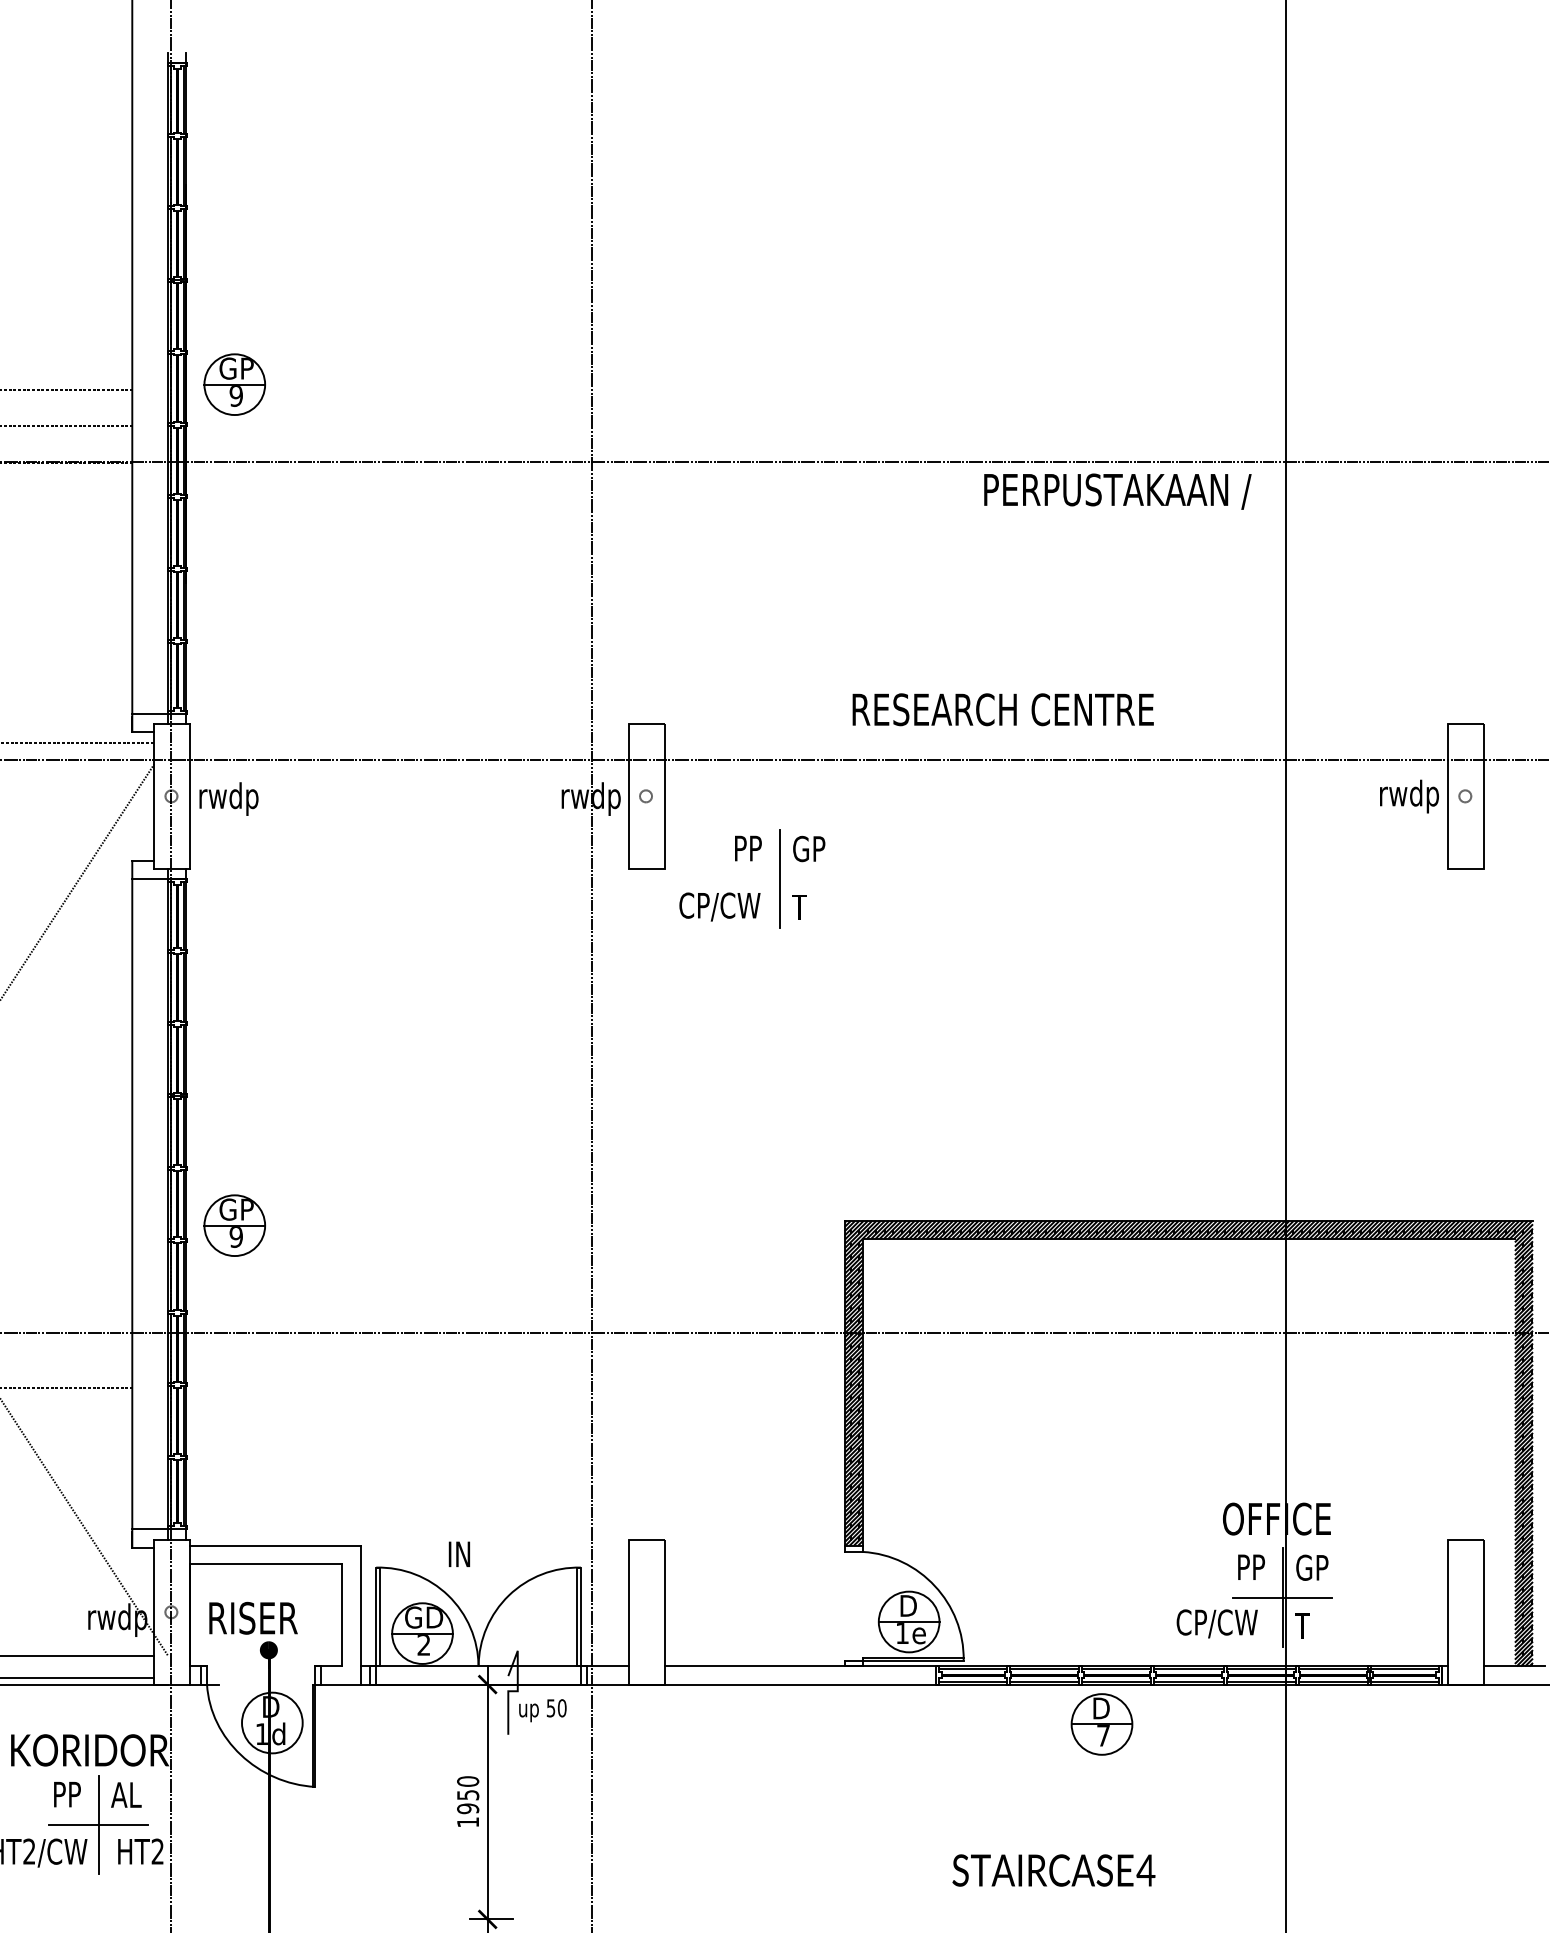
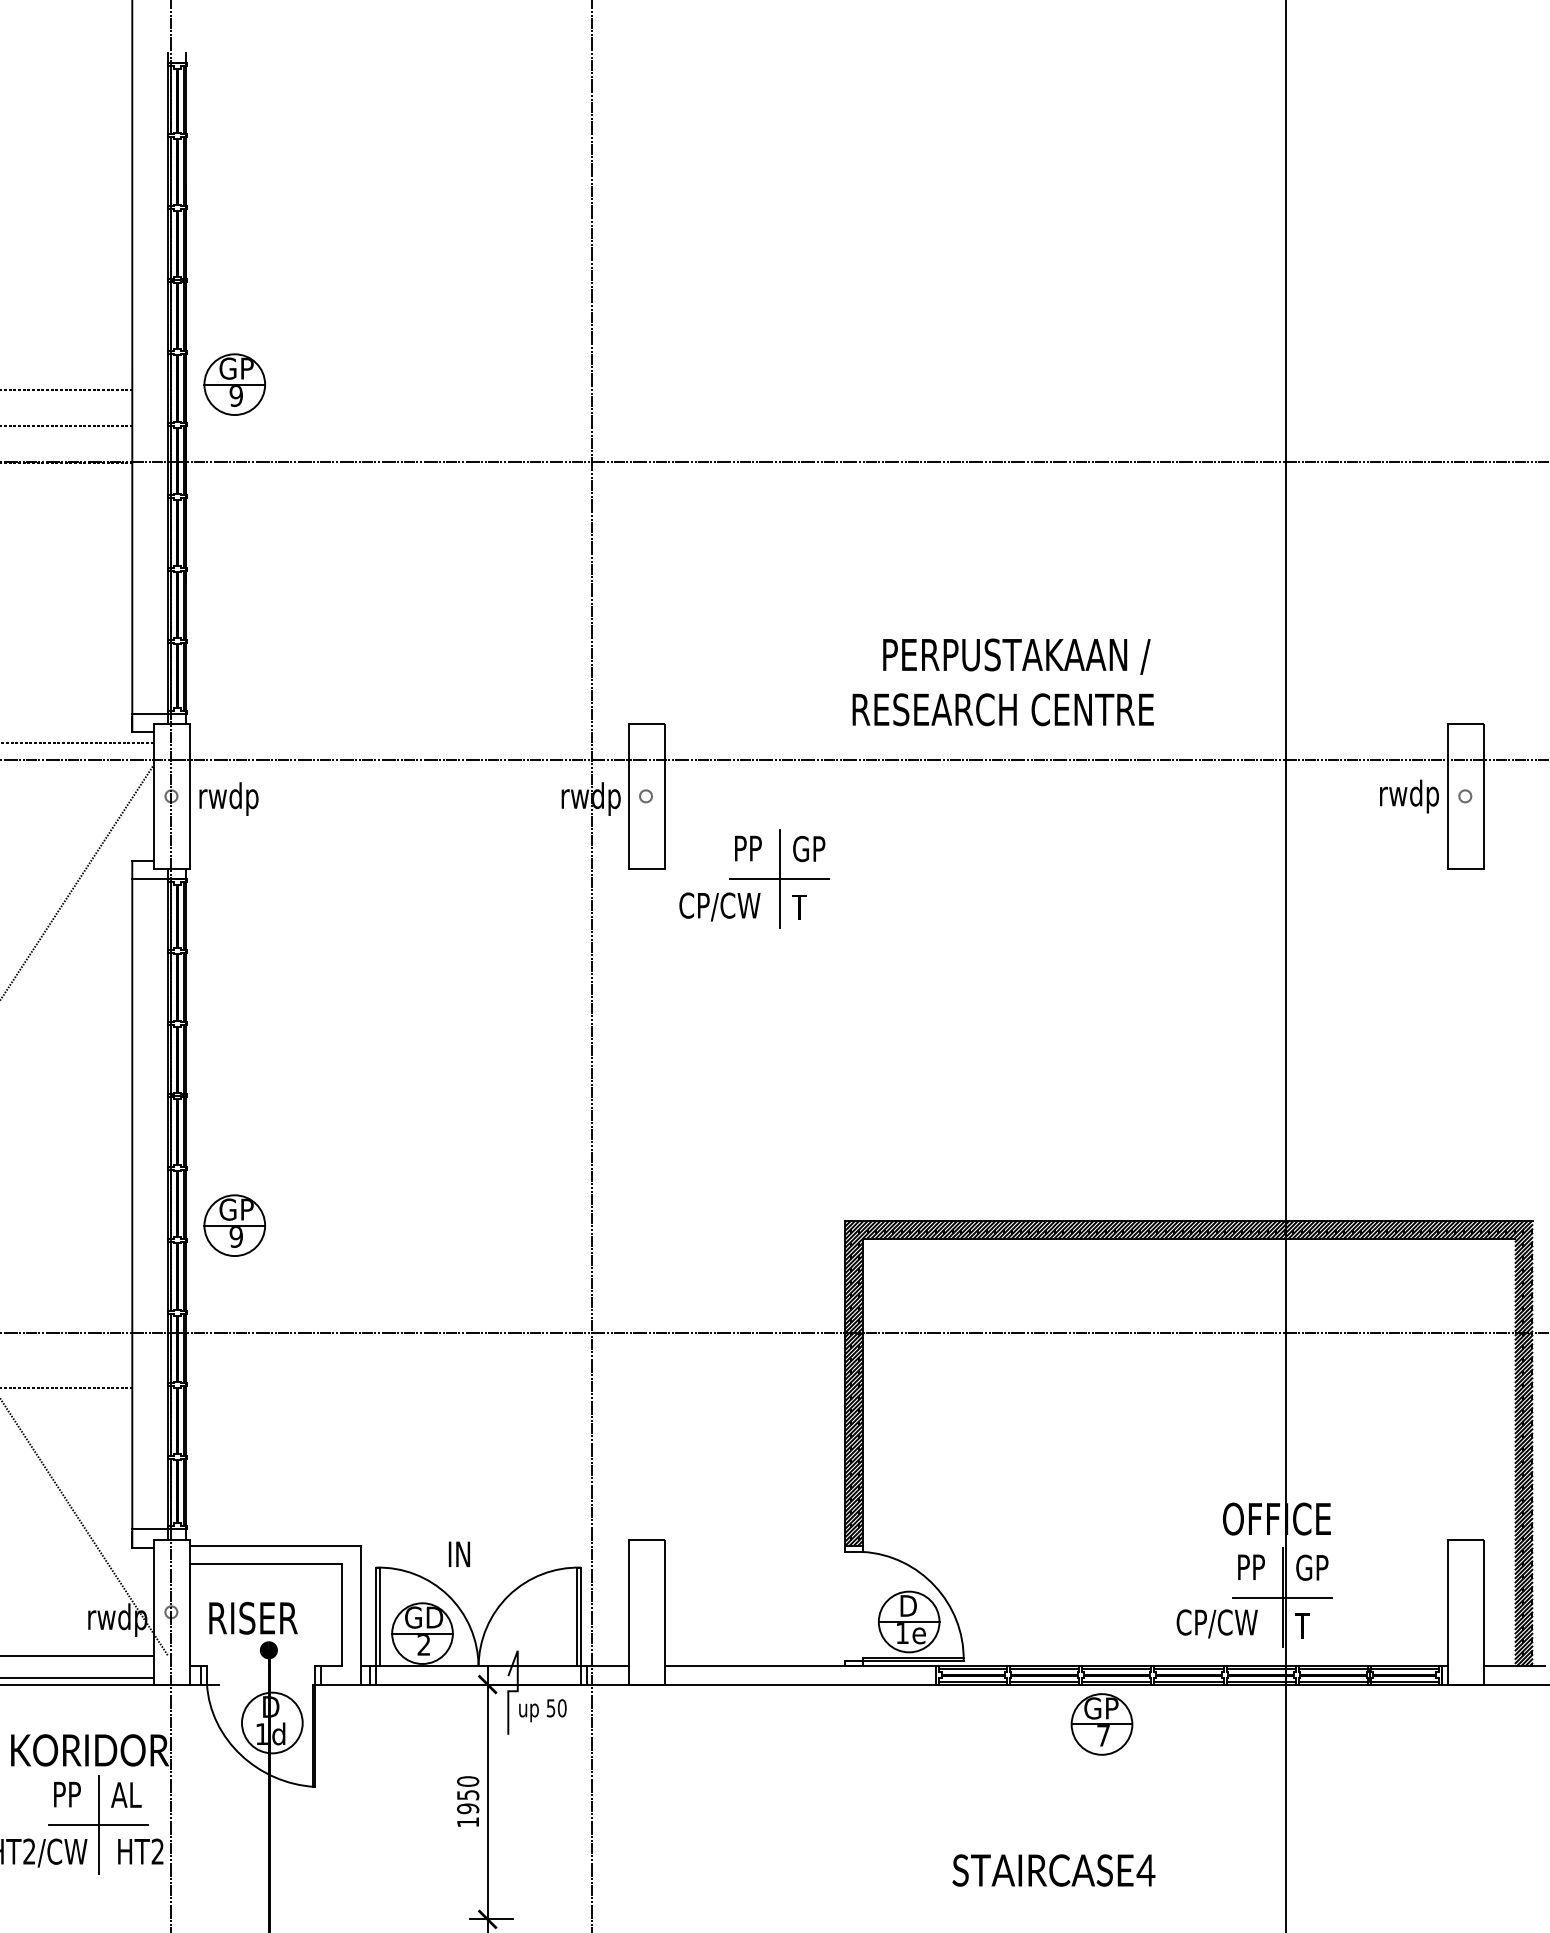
text at (1117, 491) position: (1117, 491) -> (1016, 656)
line at (779, 878): none -> present
text at (1101, 1708): D -> GP
